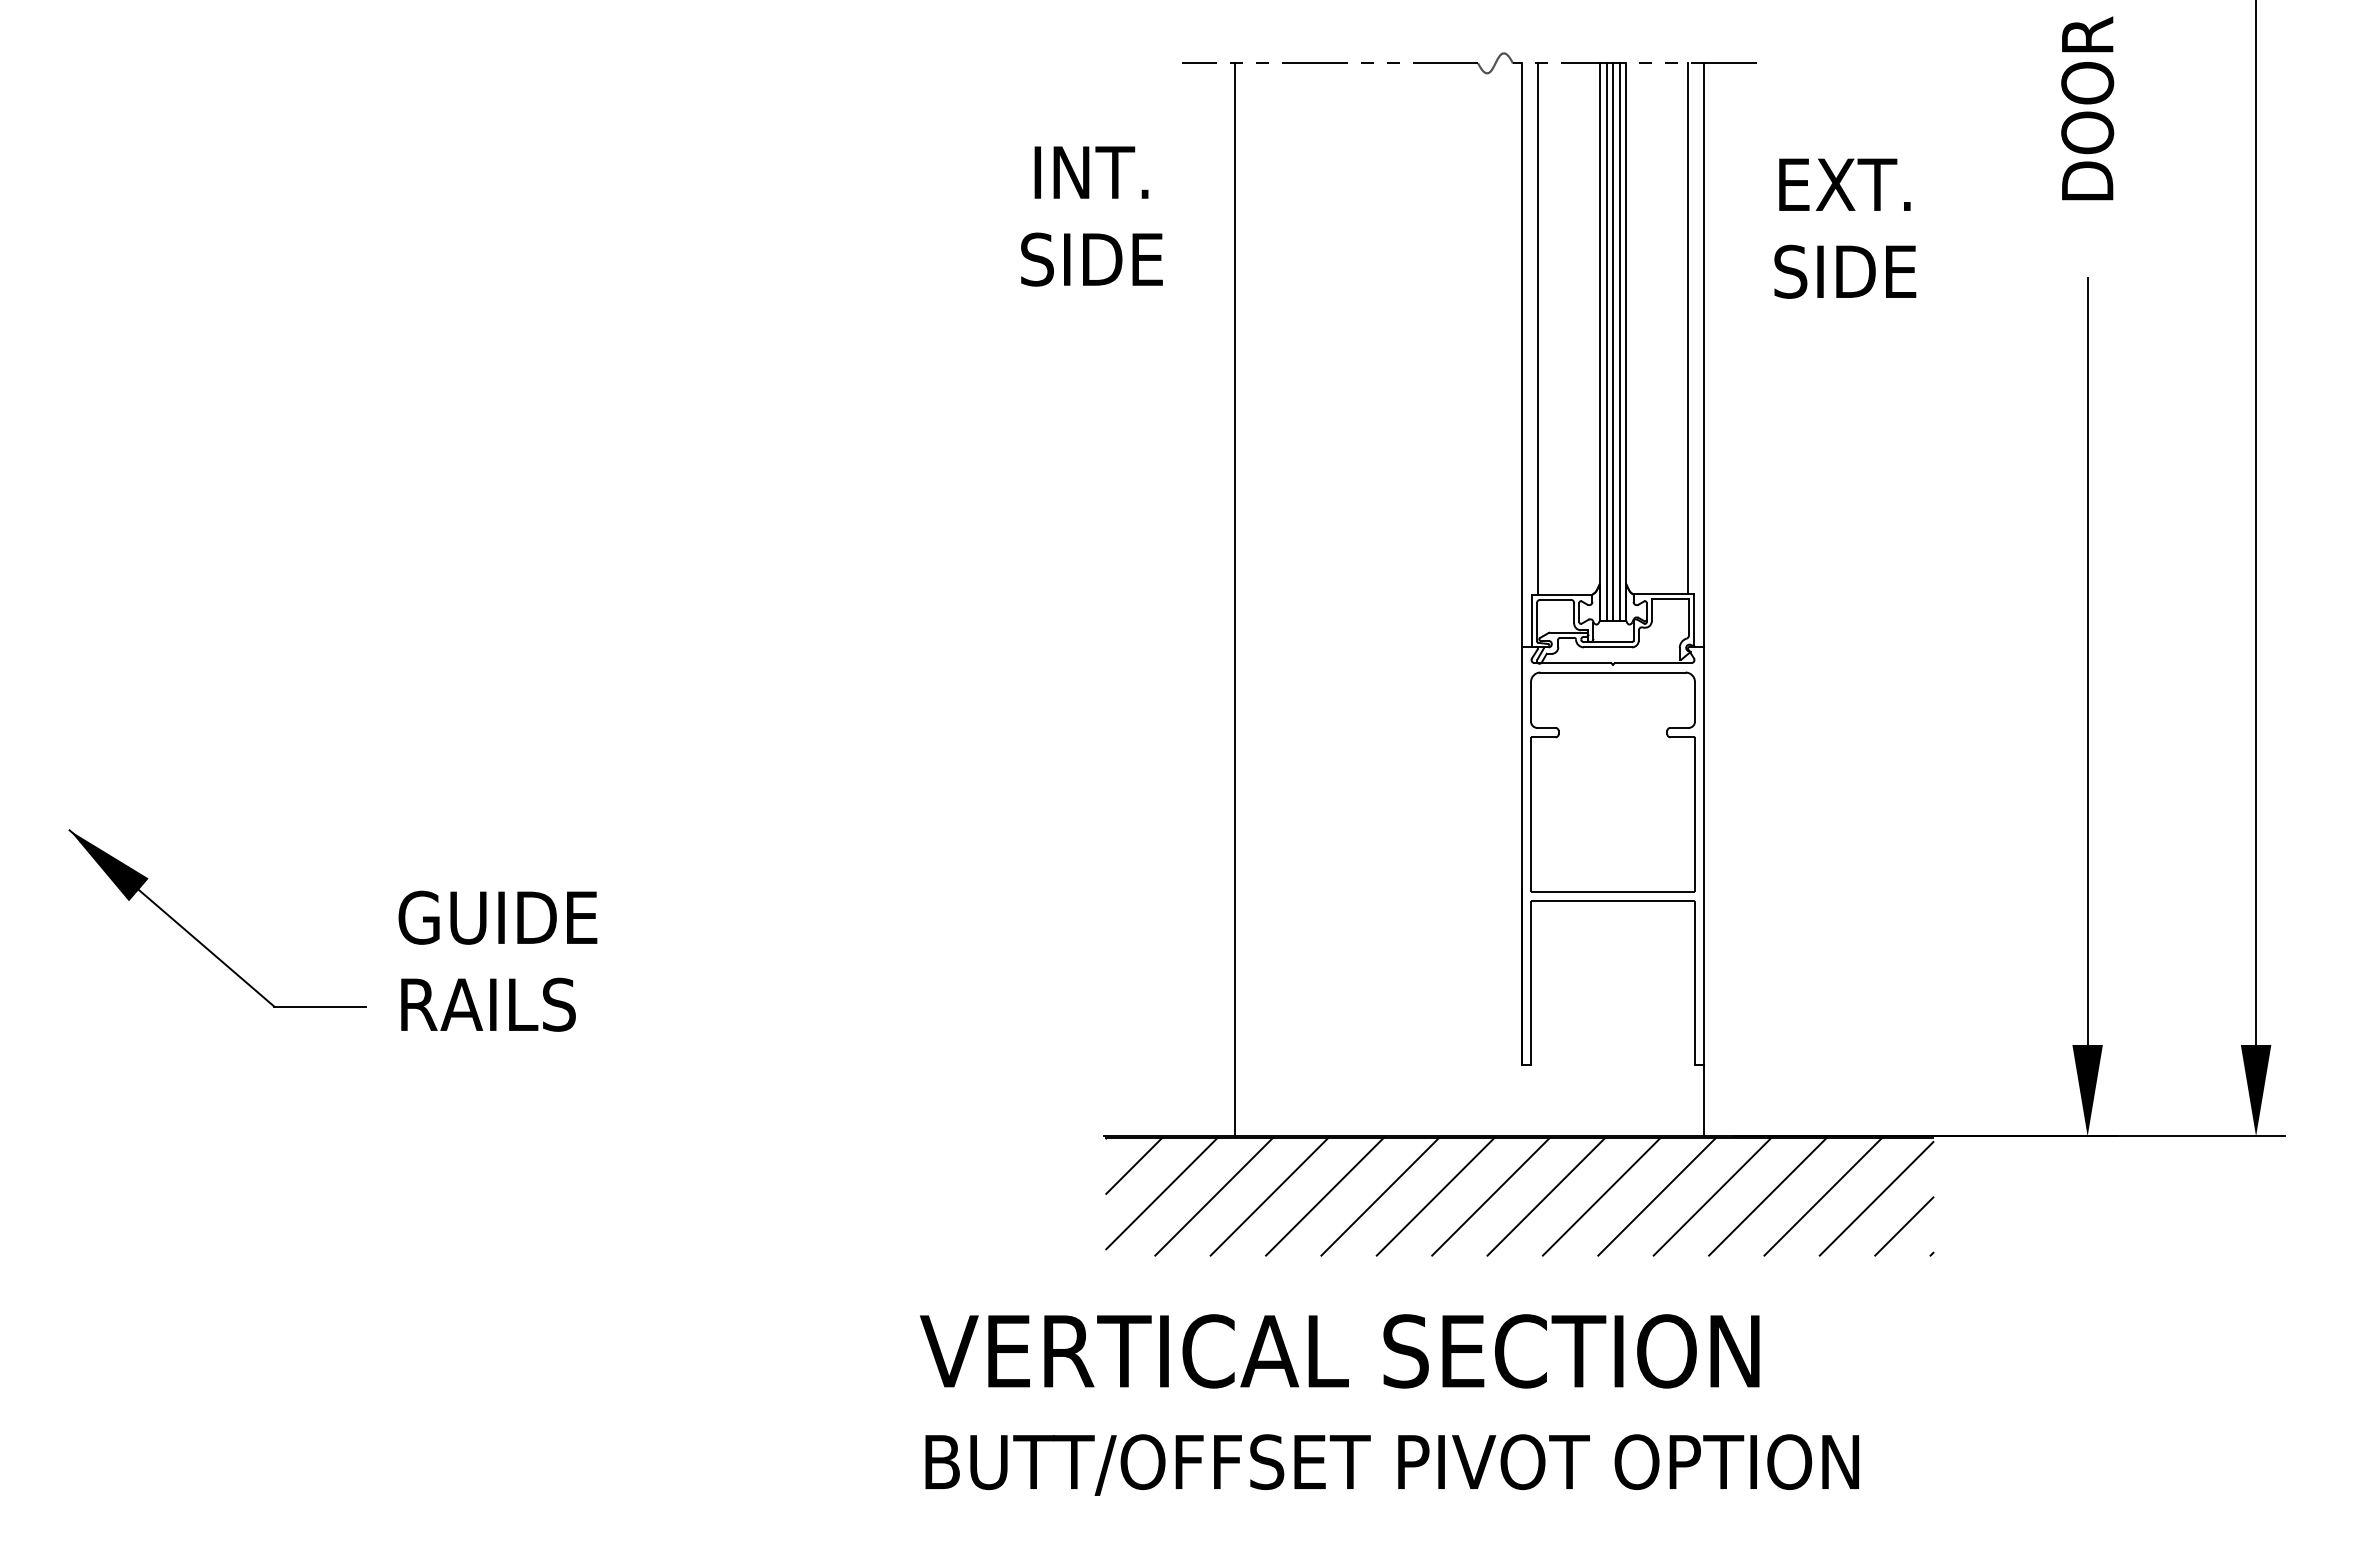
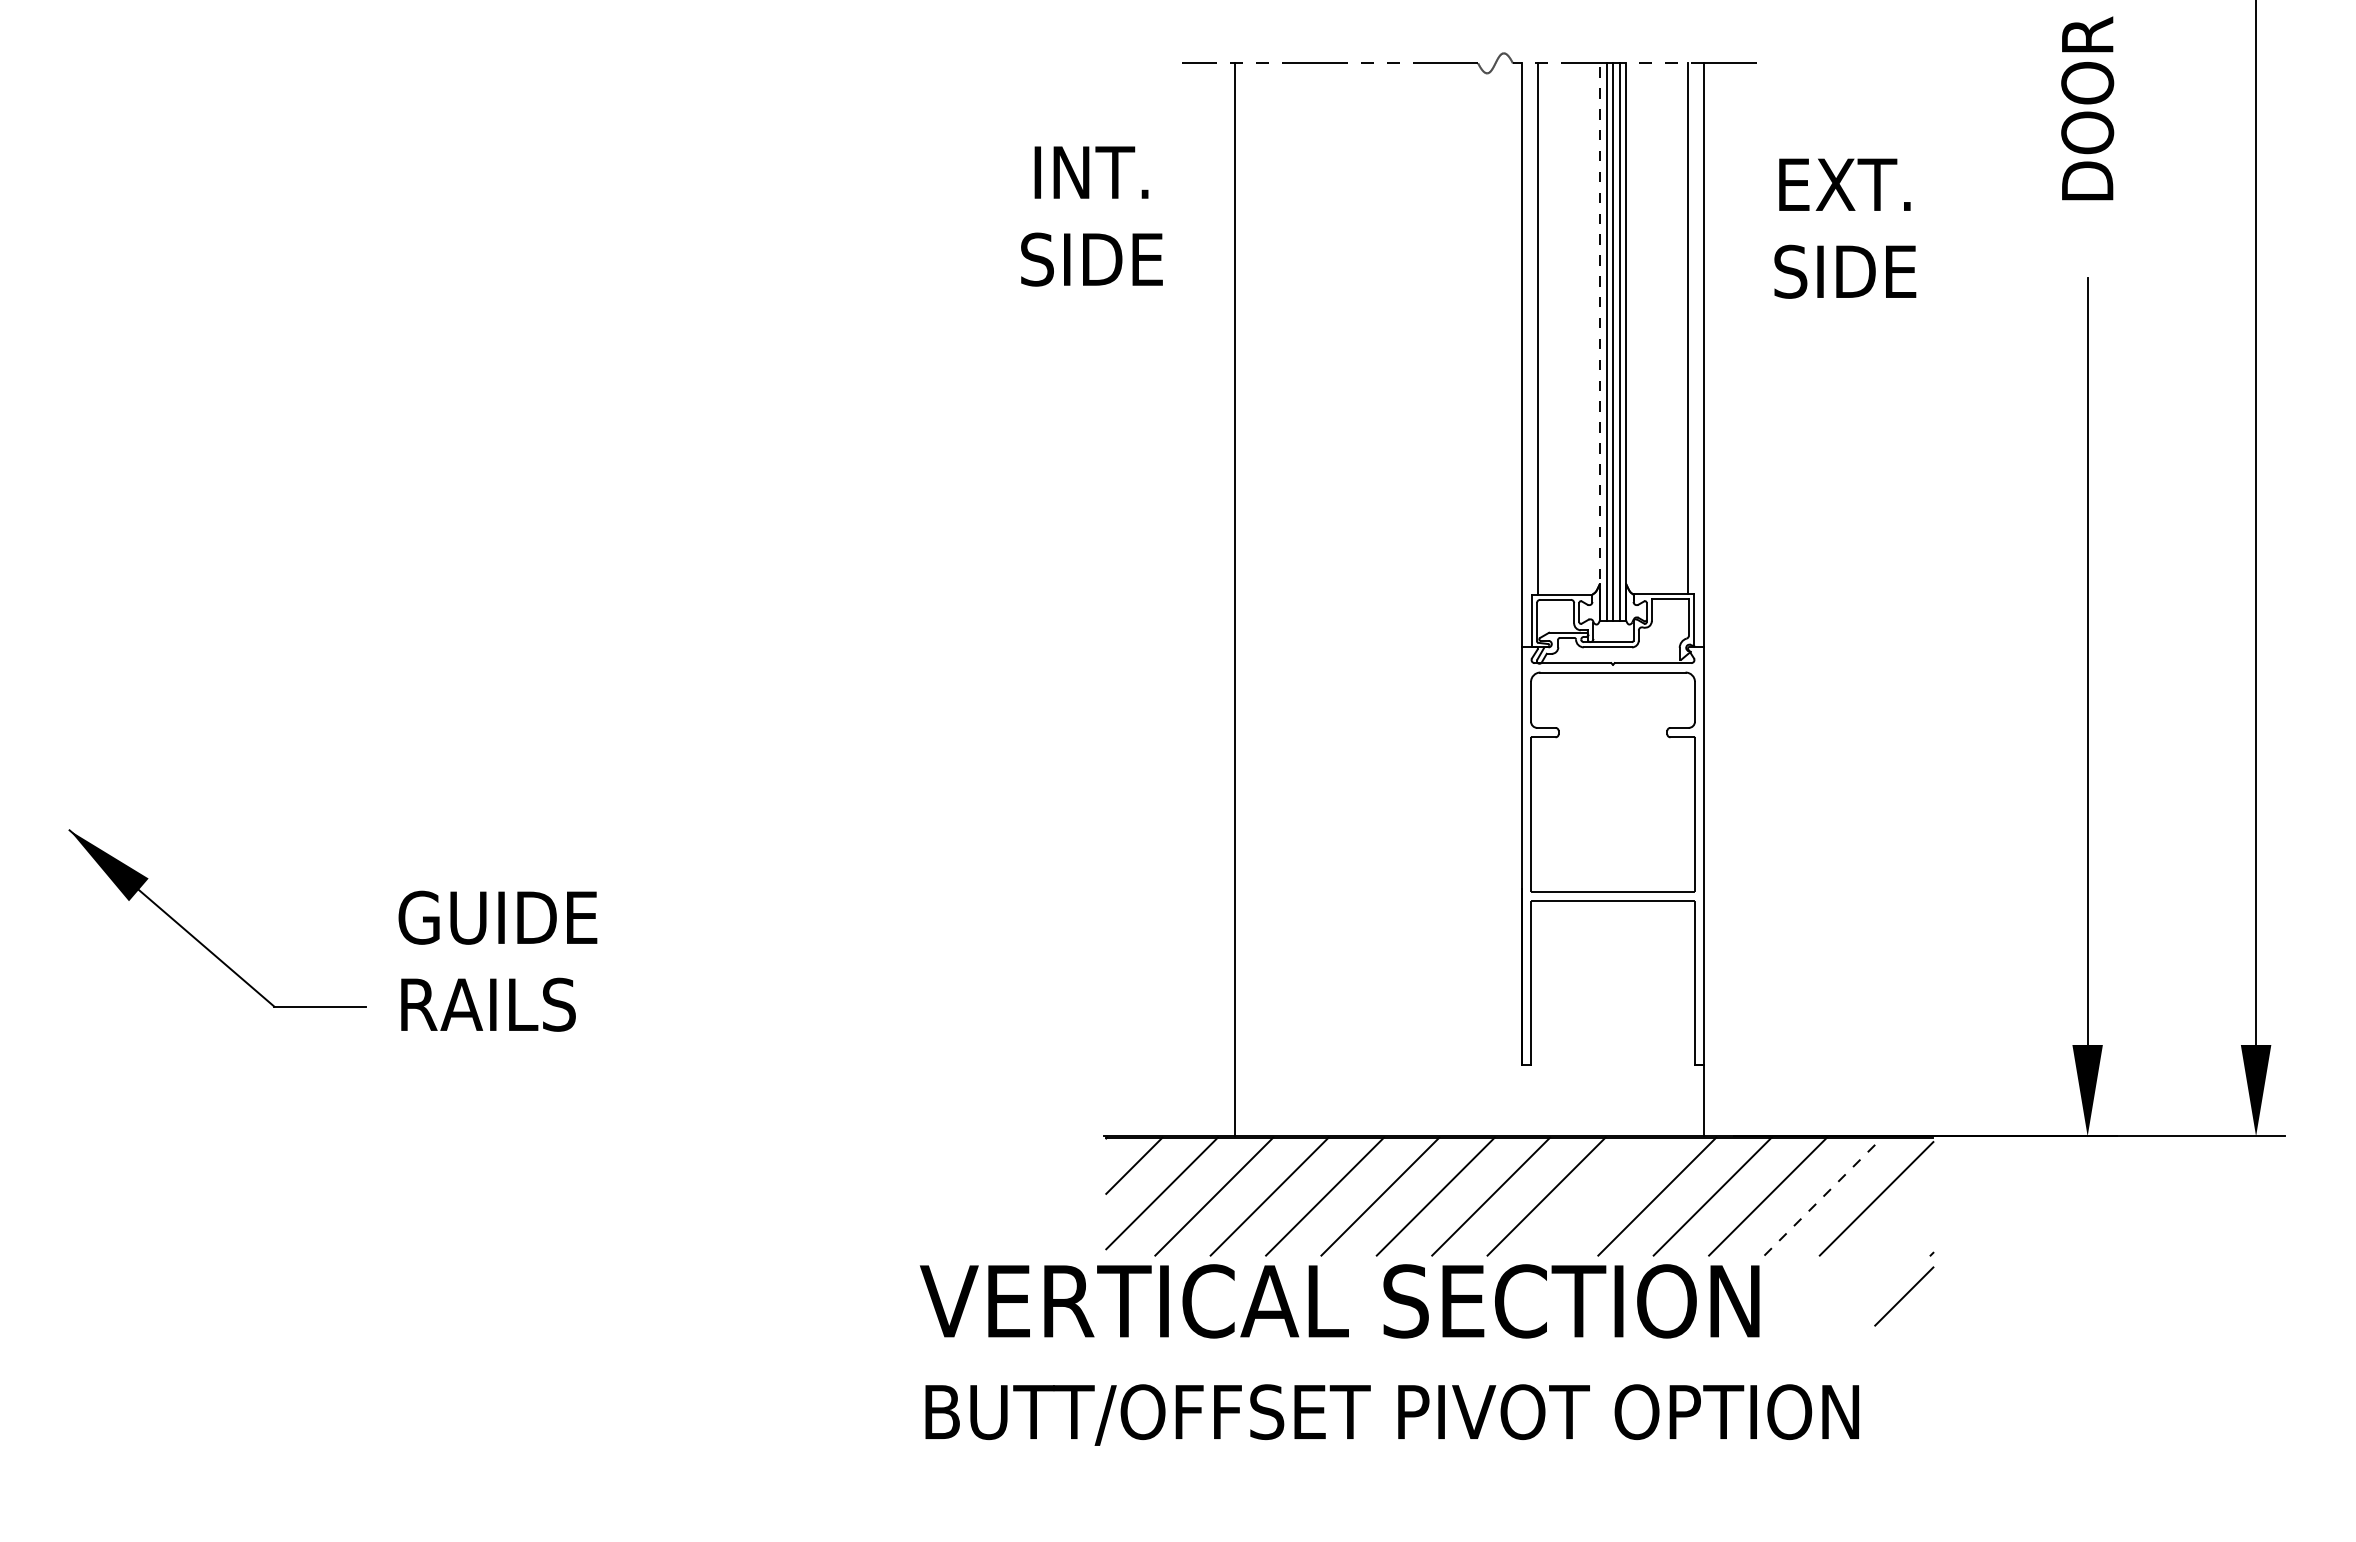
line at (1599, 342): solid -> dashed
line at (1601, 1196): present -> none
line at (1823, 1196): solid -> dashed
line at (1904, 1226) position: (1904, 1226) -> (1904, 1296)
text at (1389, 1404) position: (1389, 1404) -> (1389, 1354)
